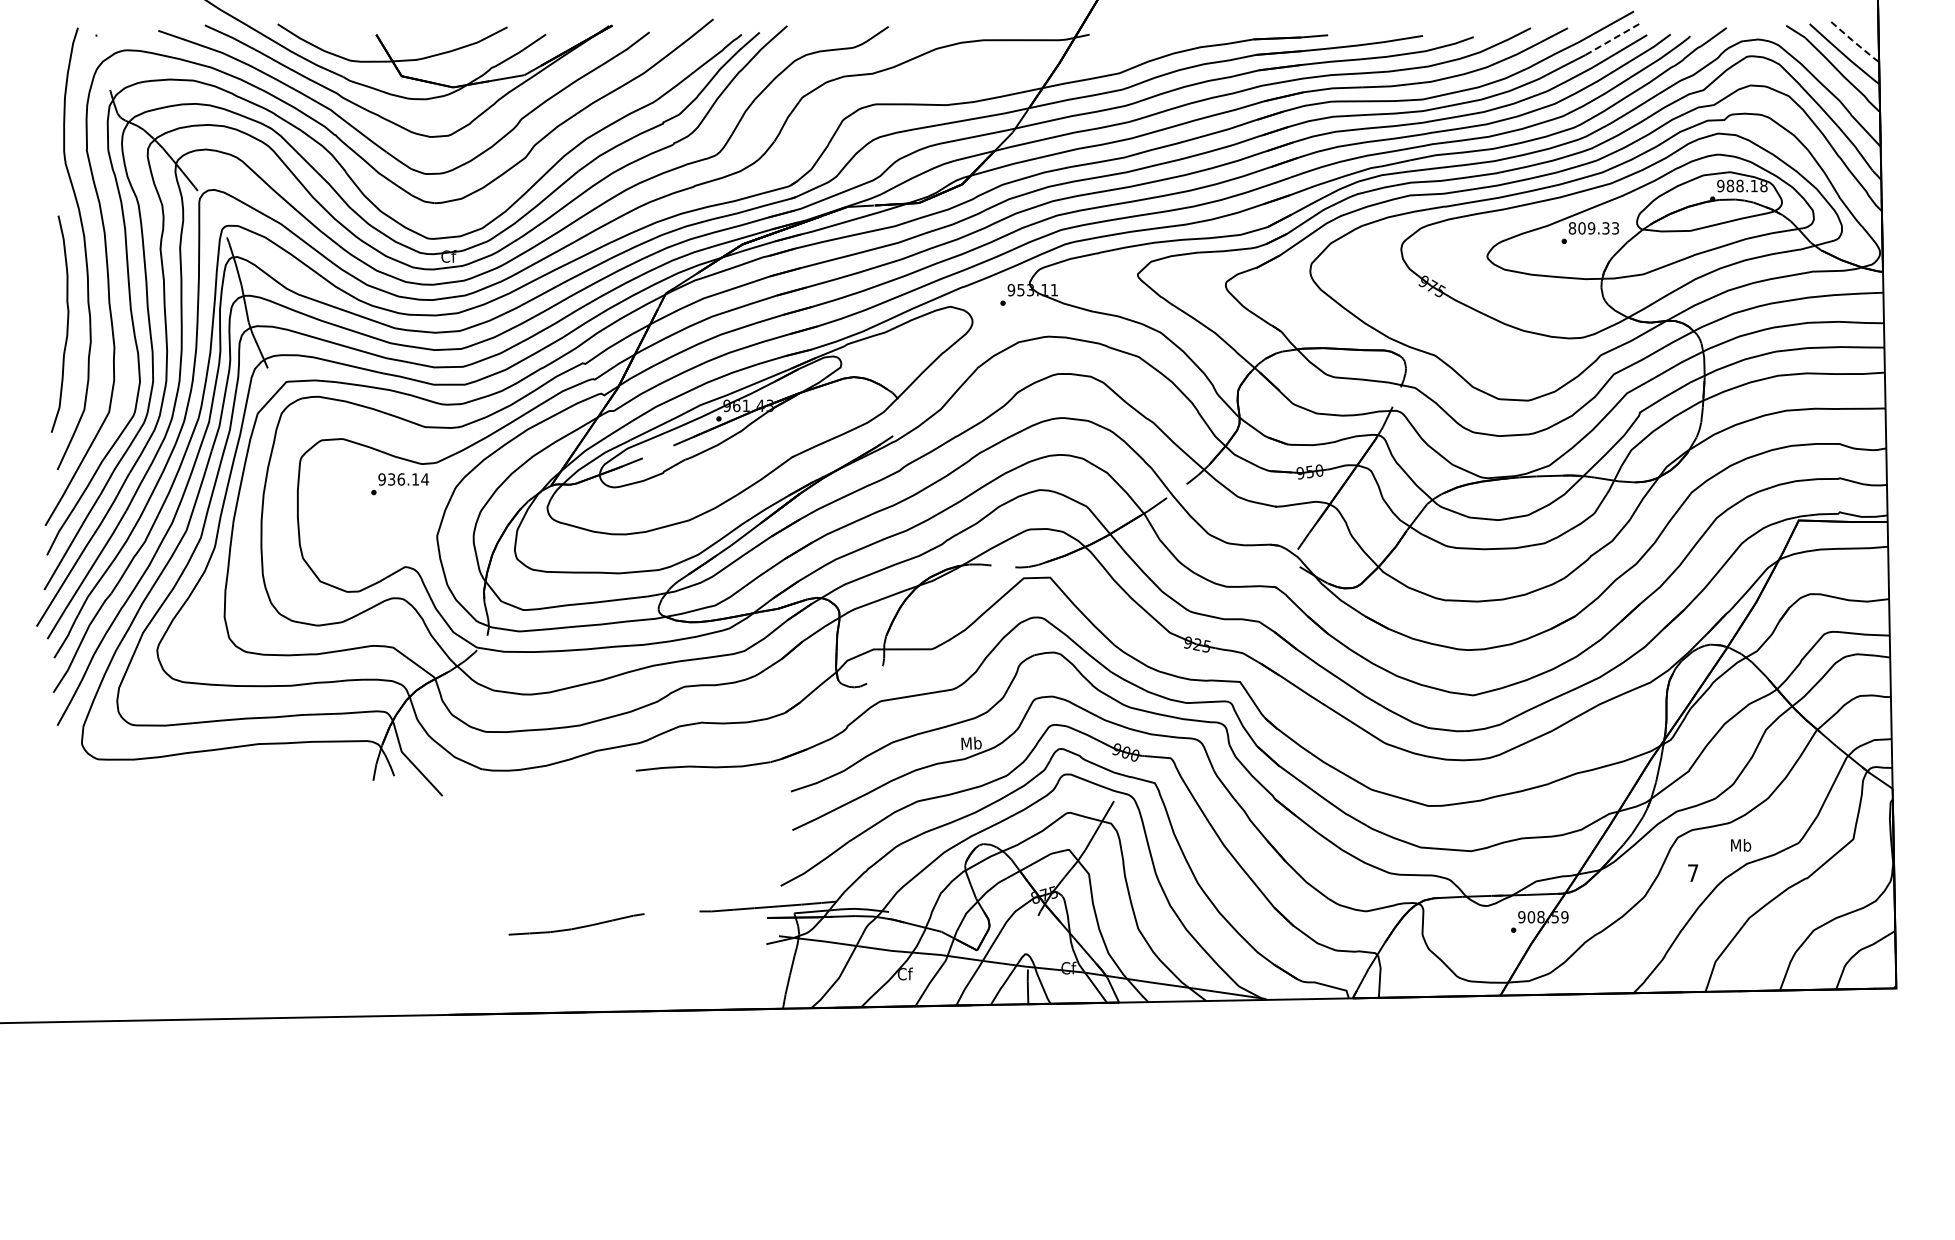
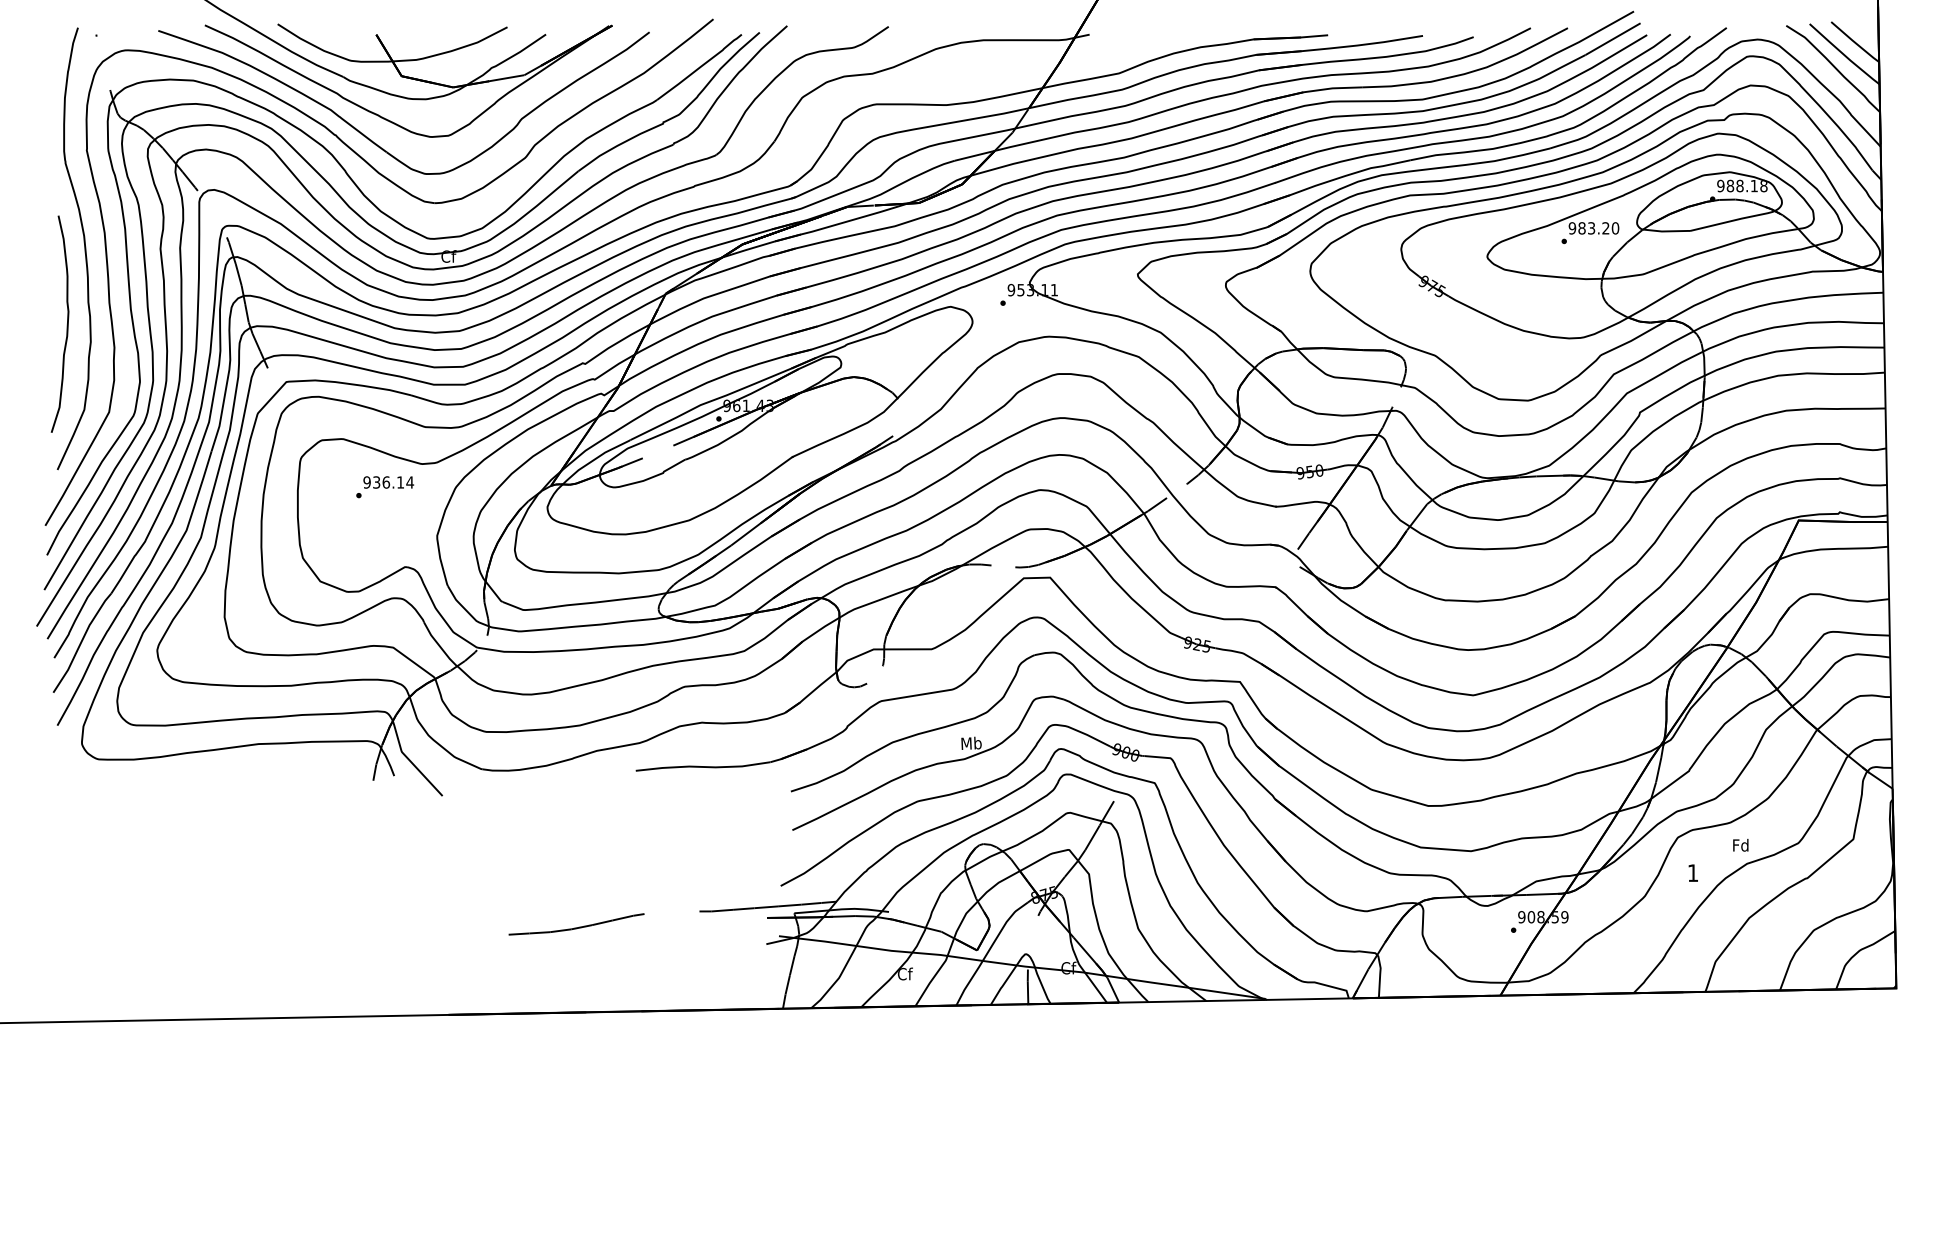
line at (1613, 39): dashed -> solid
line at (1855, 42): dashed -> solid
text at (1593, 228): 809.33 -> 983.20
text at (400, 484) position: (400, 484) -> (385, 487)
text at (1741, 844): Mb -> Fd
text at (1693, 872): 7 -> 1
